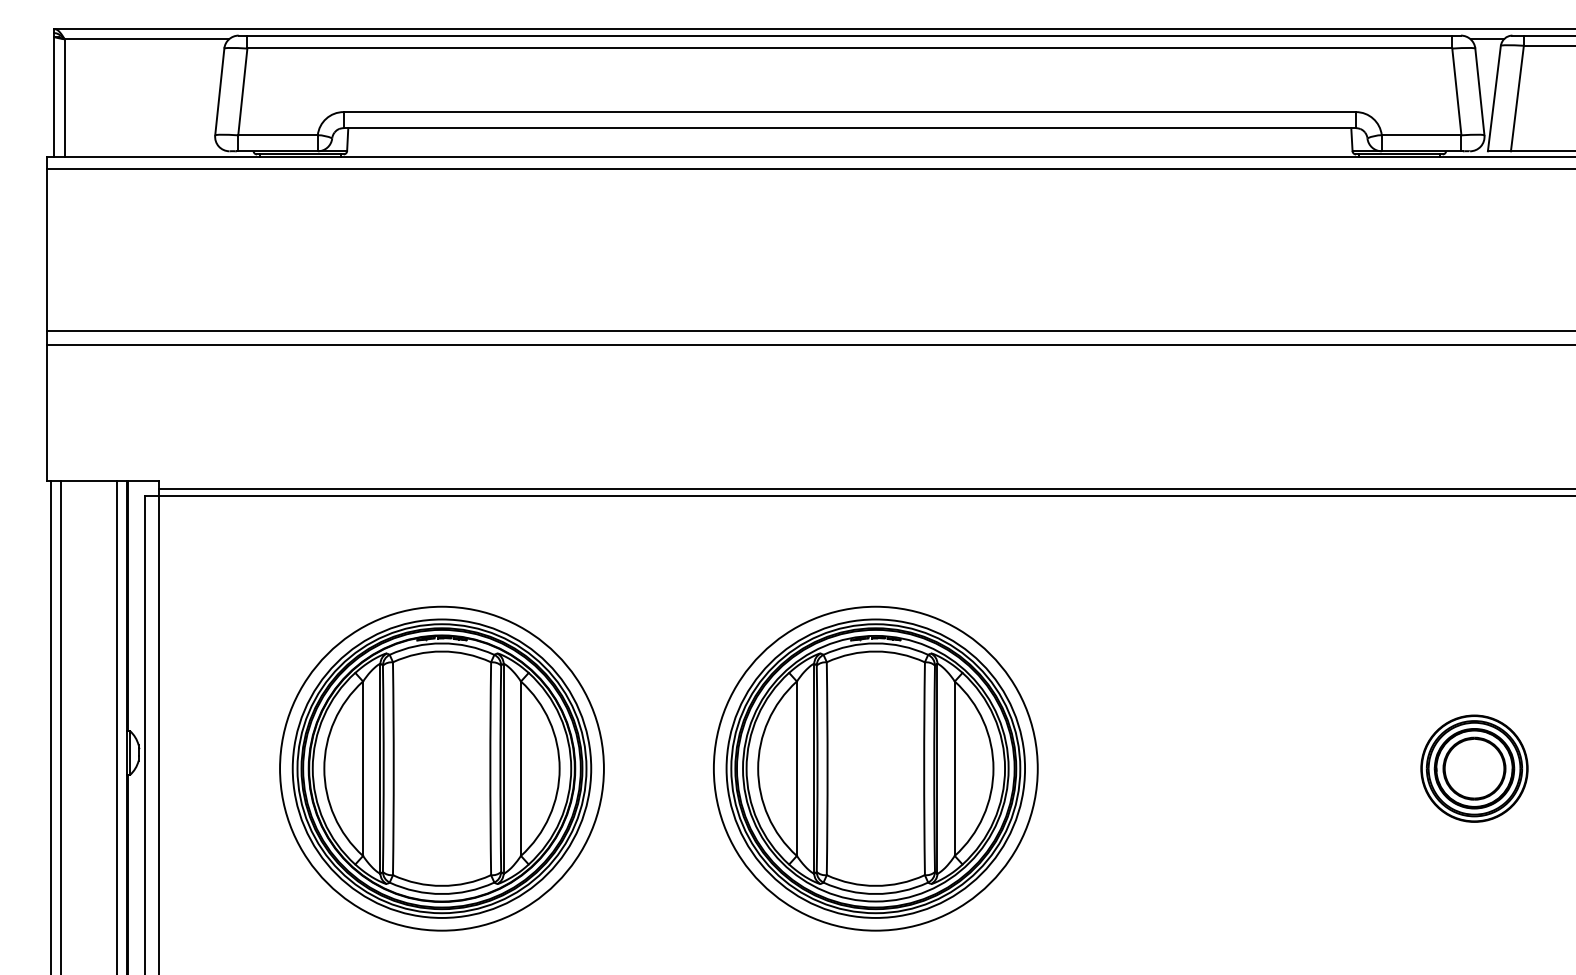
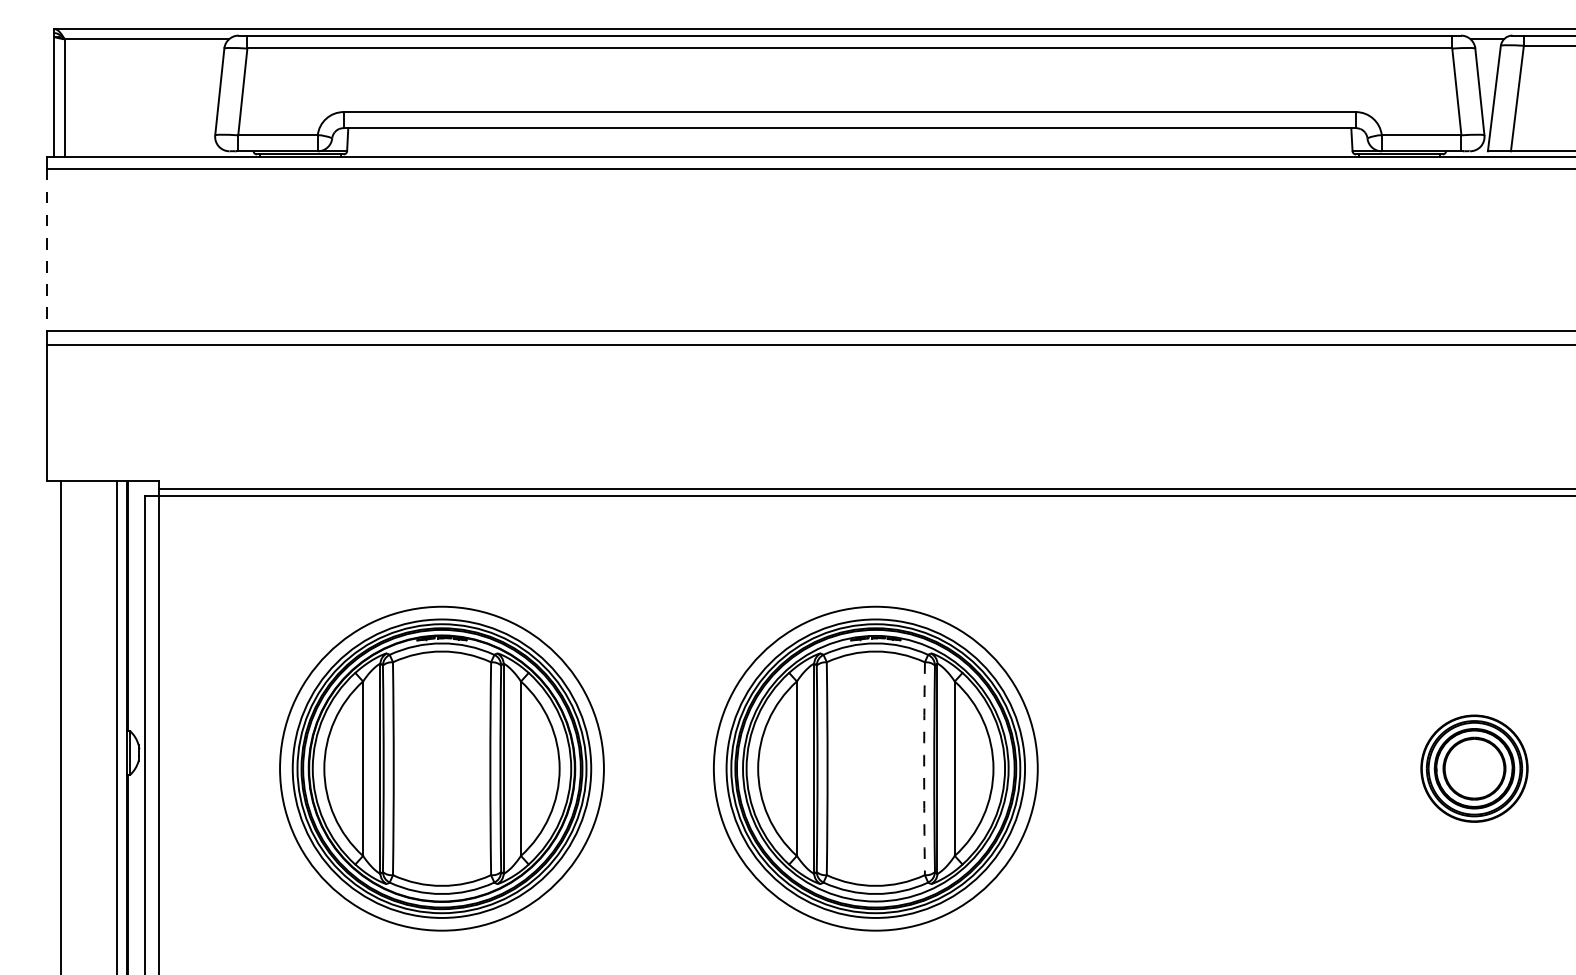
line at (47, 250): solid -> dashed
line at (50, 725): present -> none
arc at (924, 768): solid -> dashed
